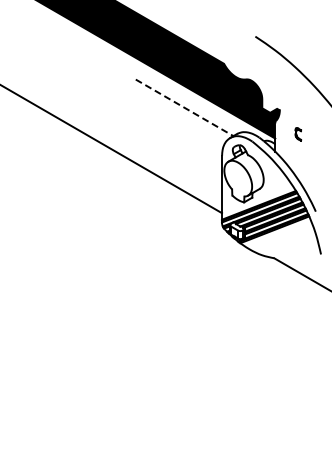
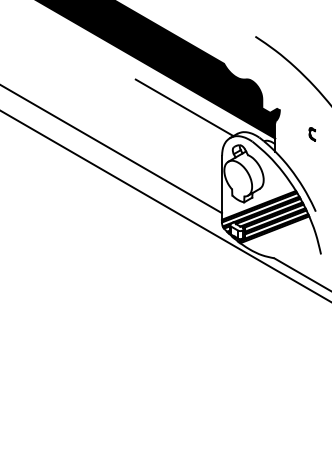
line at (185, 108): dashed -> solid
part at (297, 134) position: (297, 134) -> (311, 134)
line at (165, 205): none -> present
